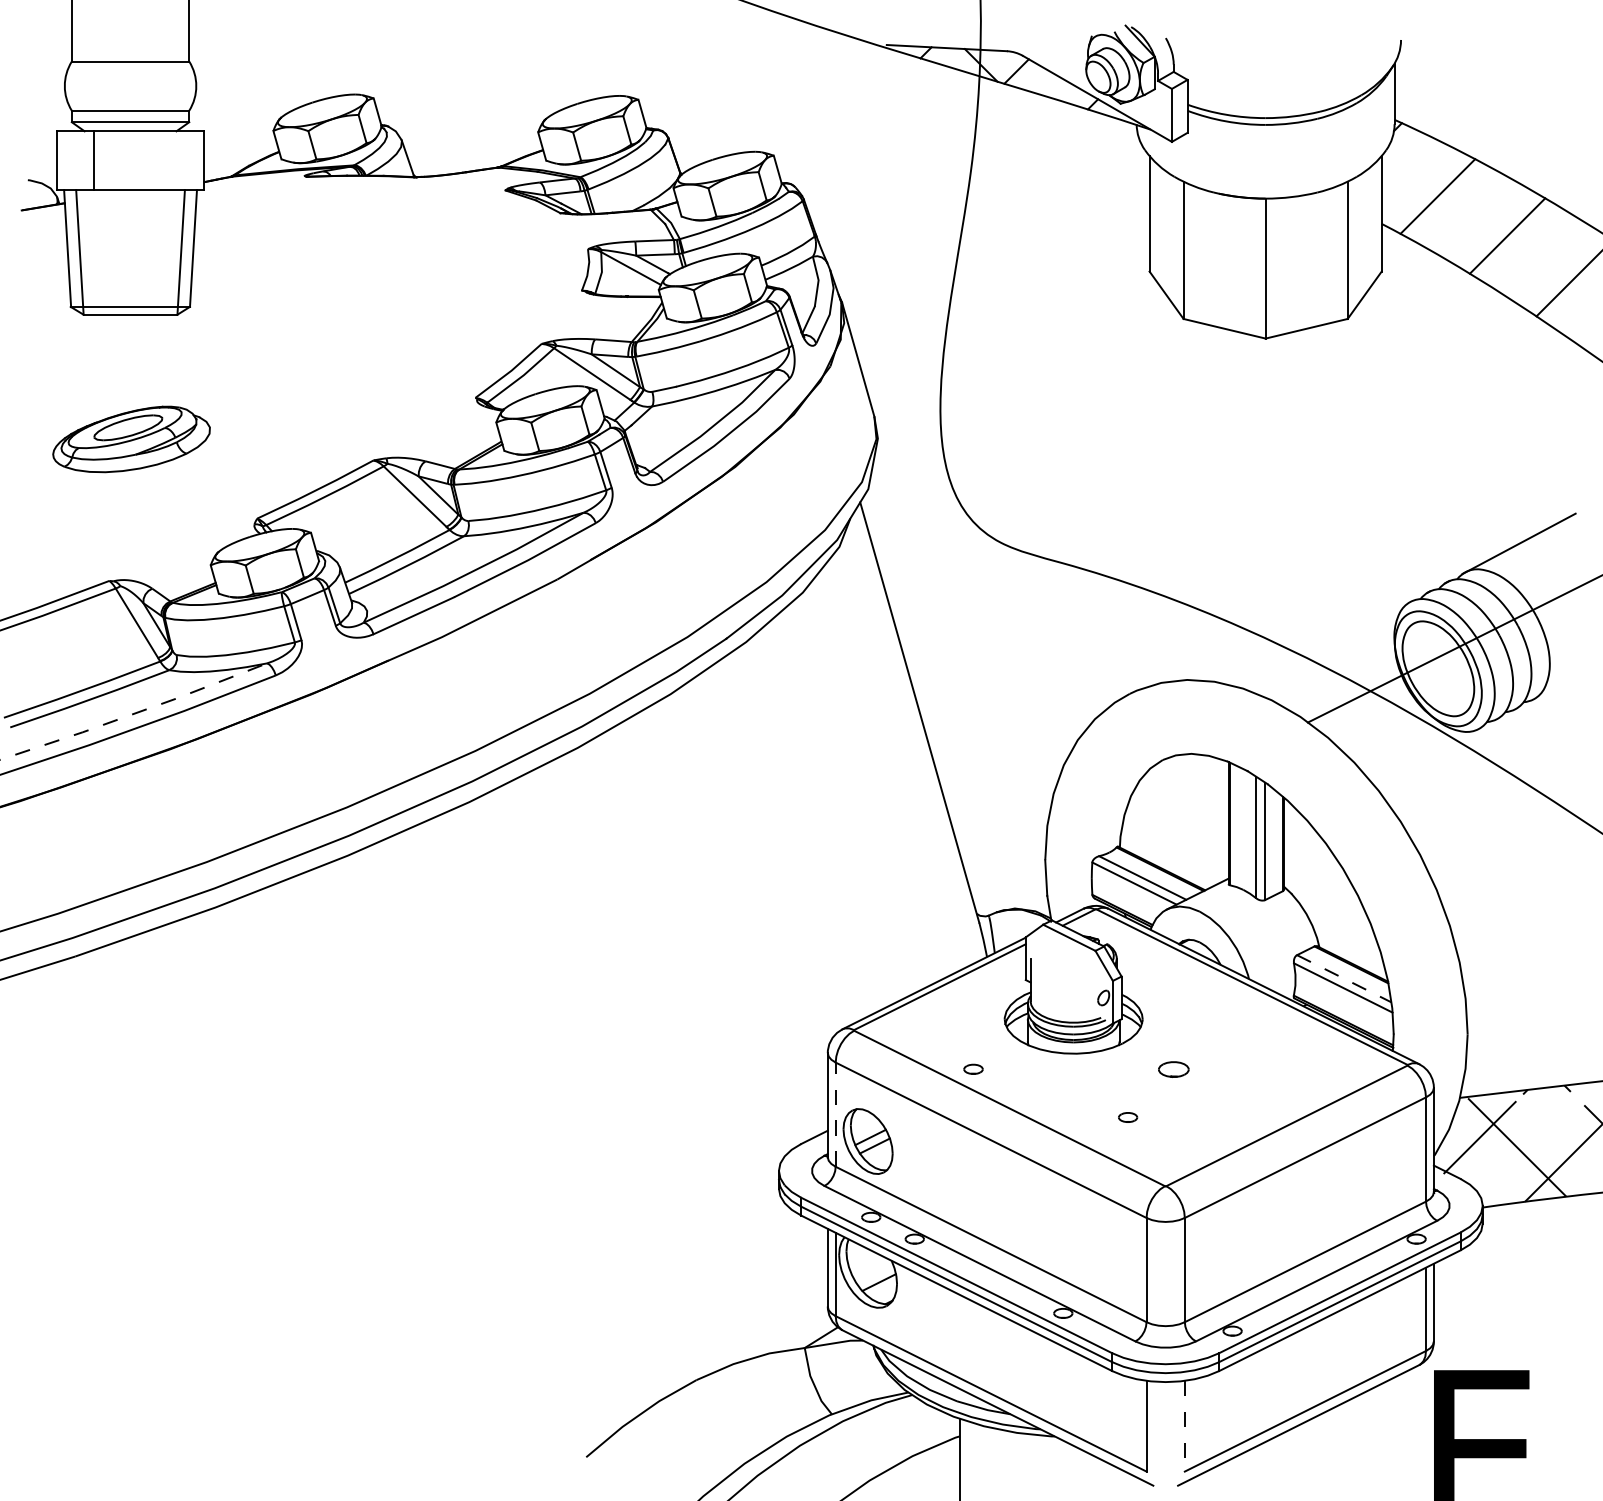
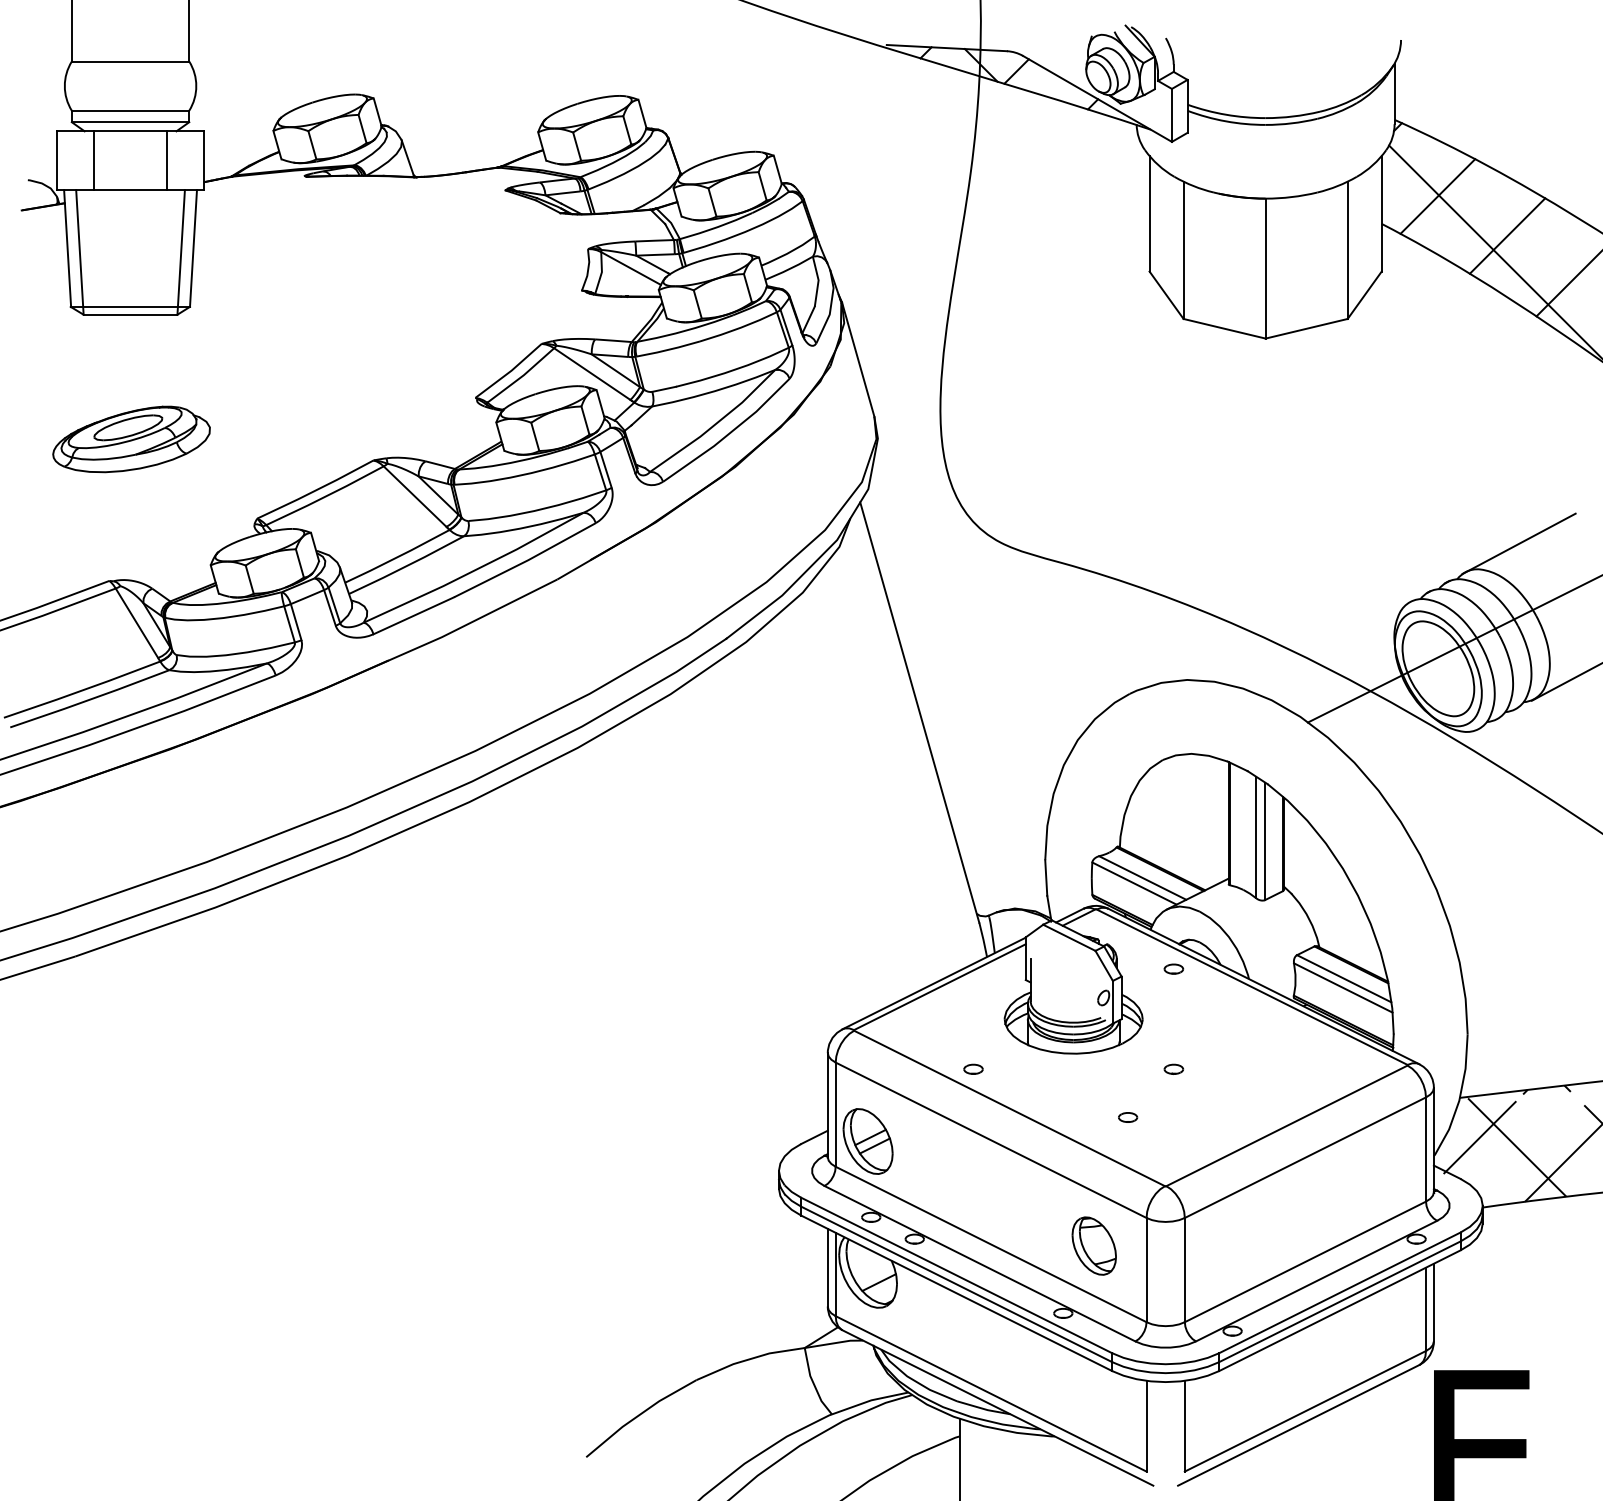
line at (167, 160): none -> present
line at (1494, 250): none -> present
line at (1565, 682): none -> present
line at (134, 713): dashed -> solid
part at (1173, 968): none -> present
line at (1344, 978): dashed -> solid
part at (1173, 1069) size: 32x17 px -> 22x12 px
line at (835, 1114): dashed -> solid
part at (1093, 1245): none -> present
line at (1184, 1426): dashed -> solid
